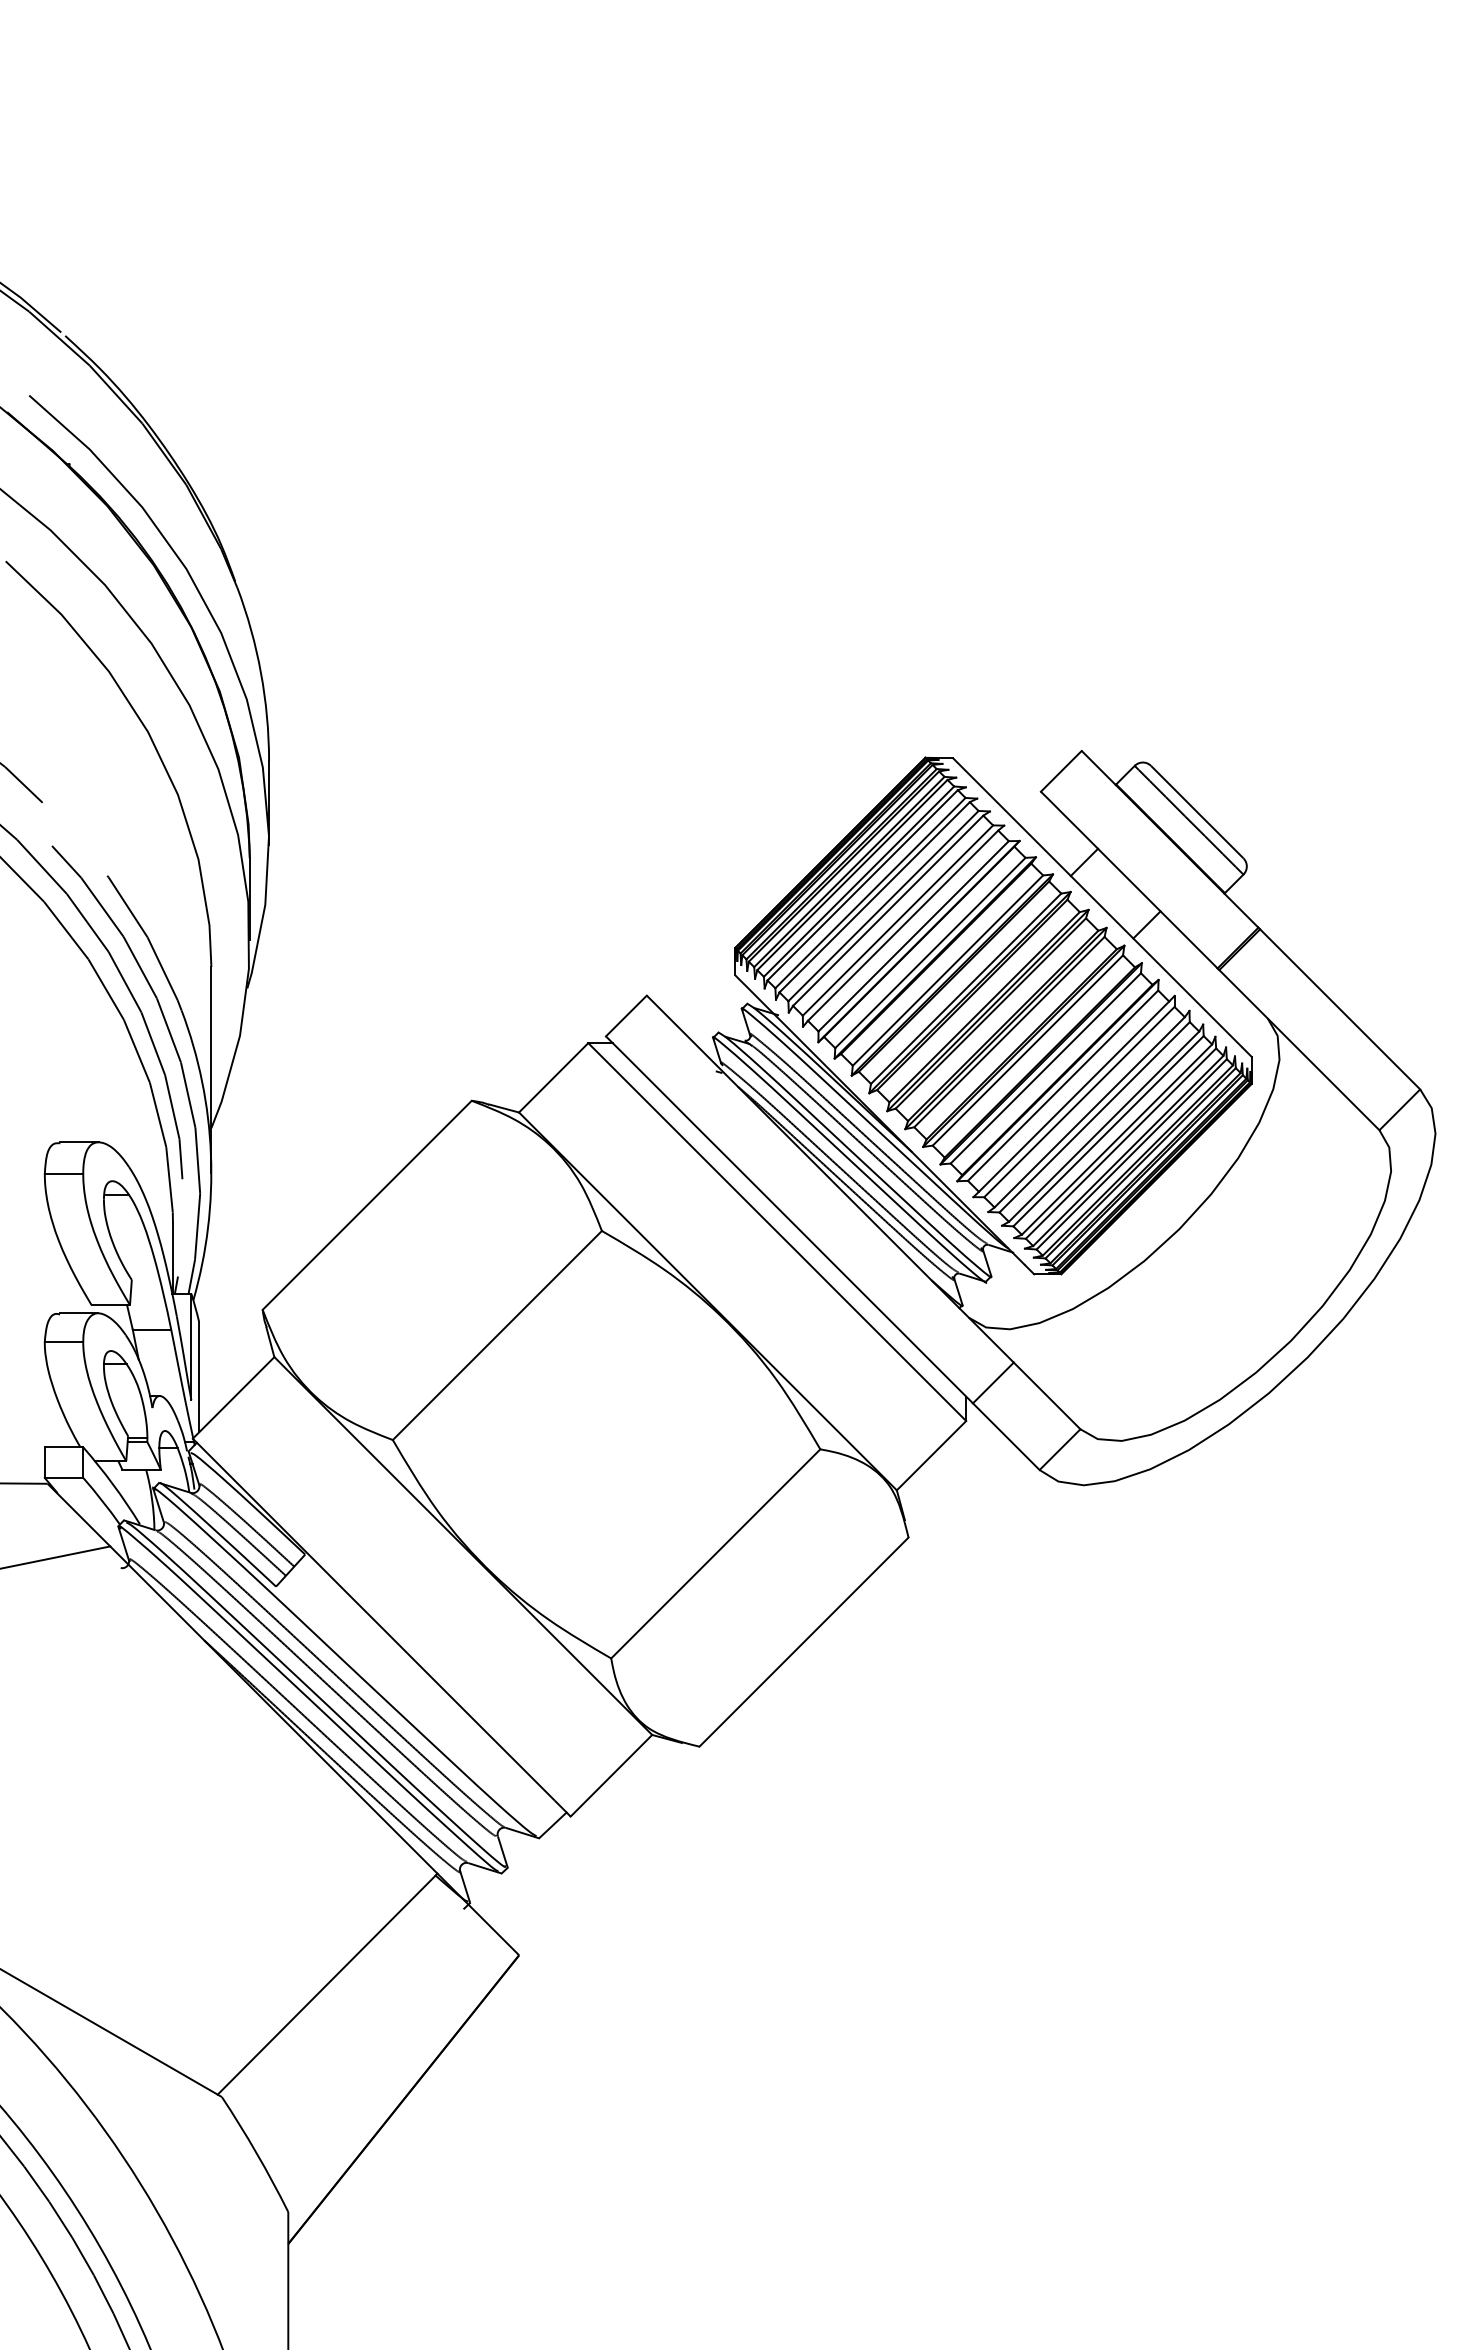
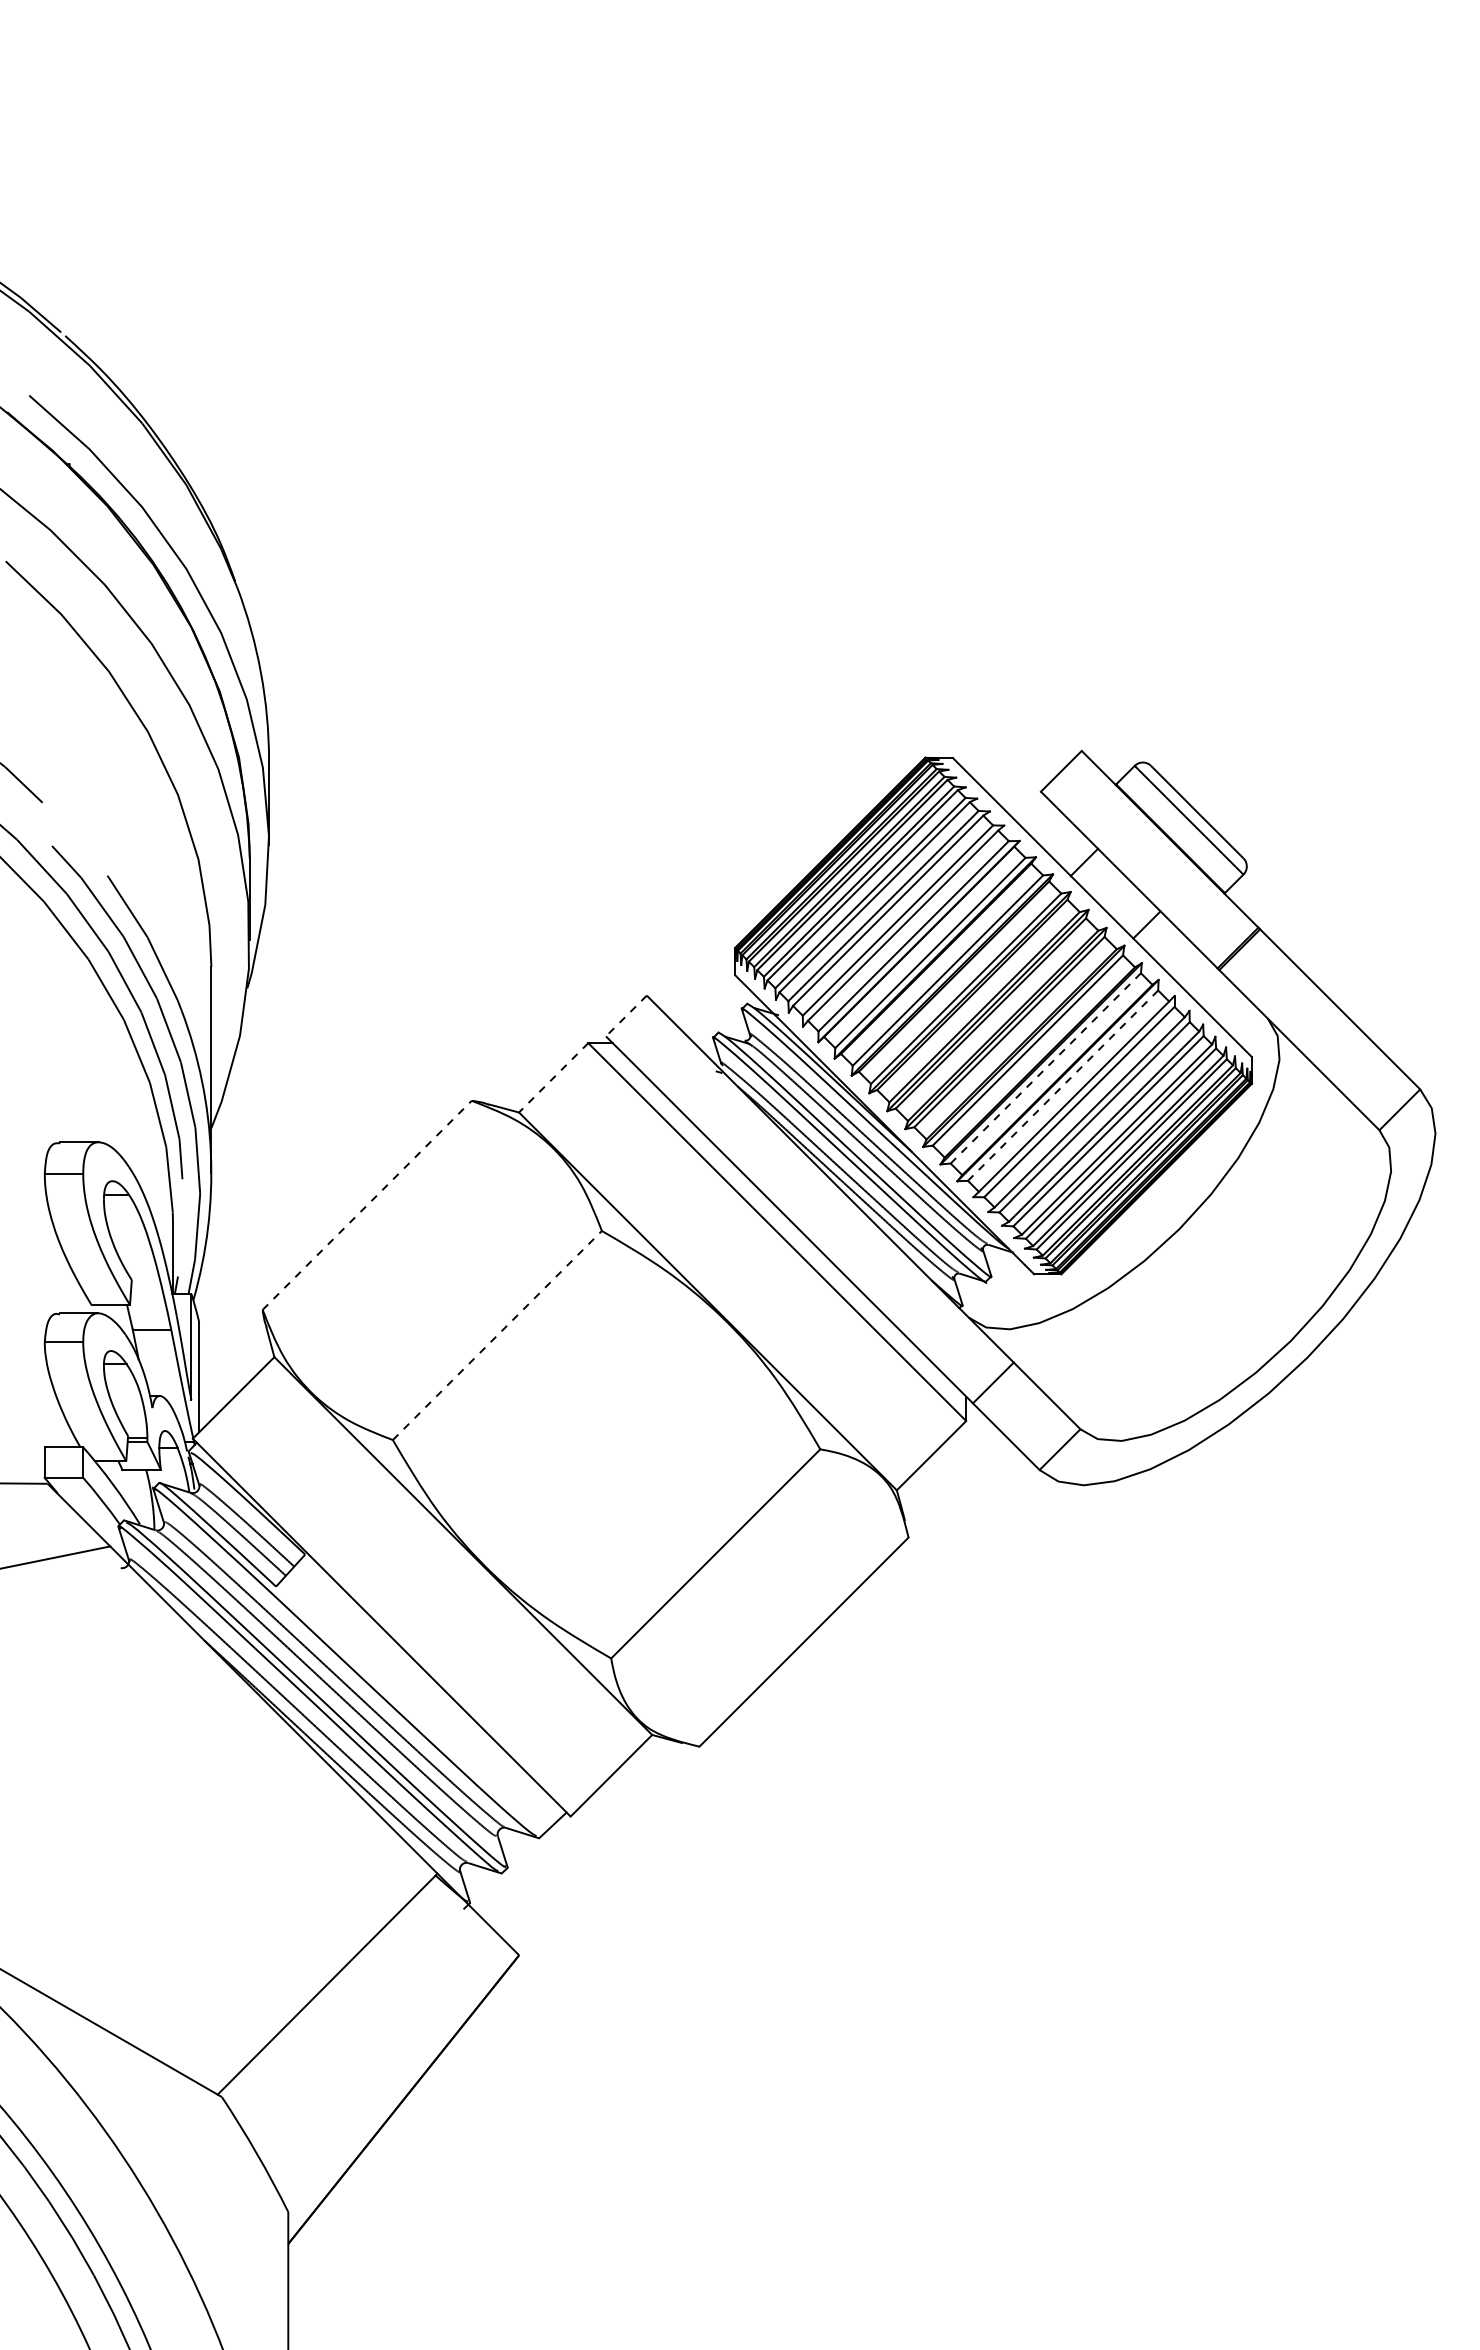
line at (626, 1016): solid -> dashed
line at (1045, 1068): solid -> dashed
line at (553, 1078): solid -> dashed
line at (1063, 1085): solid -> dashed
line at (367, 1205): solid -> dashed
line at (497, 1335): solid -> dashed
